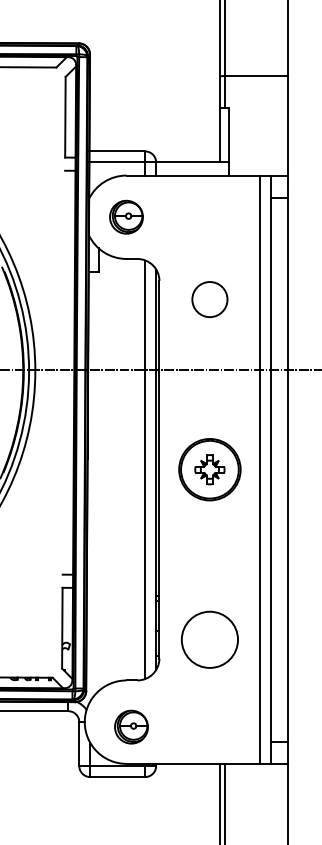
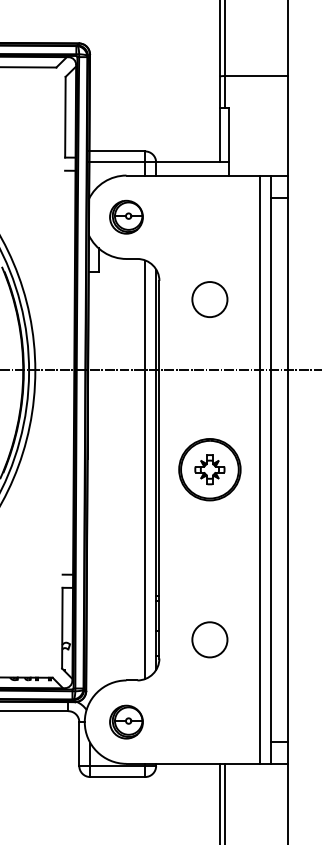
circle at (209, 639) diameter: 56 px -> 35 px
part at (131, 726) position: (131, 726) -> (126, 721)
